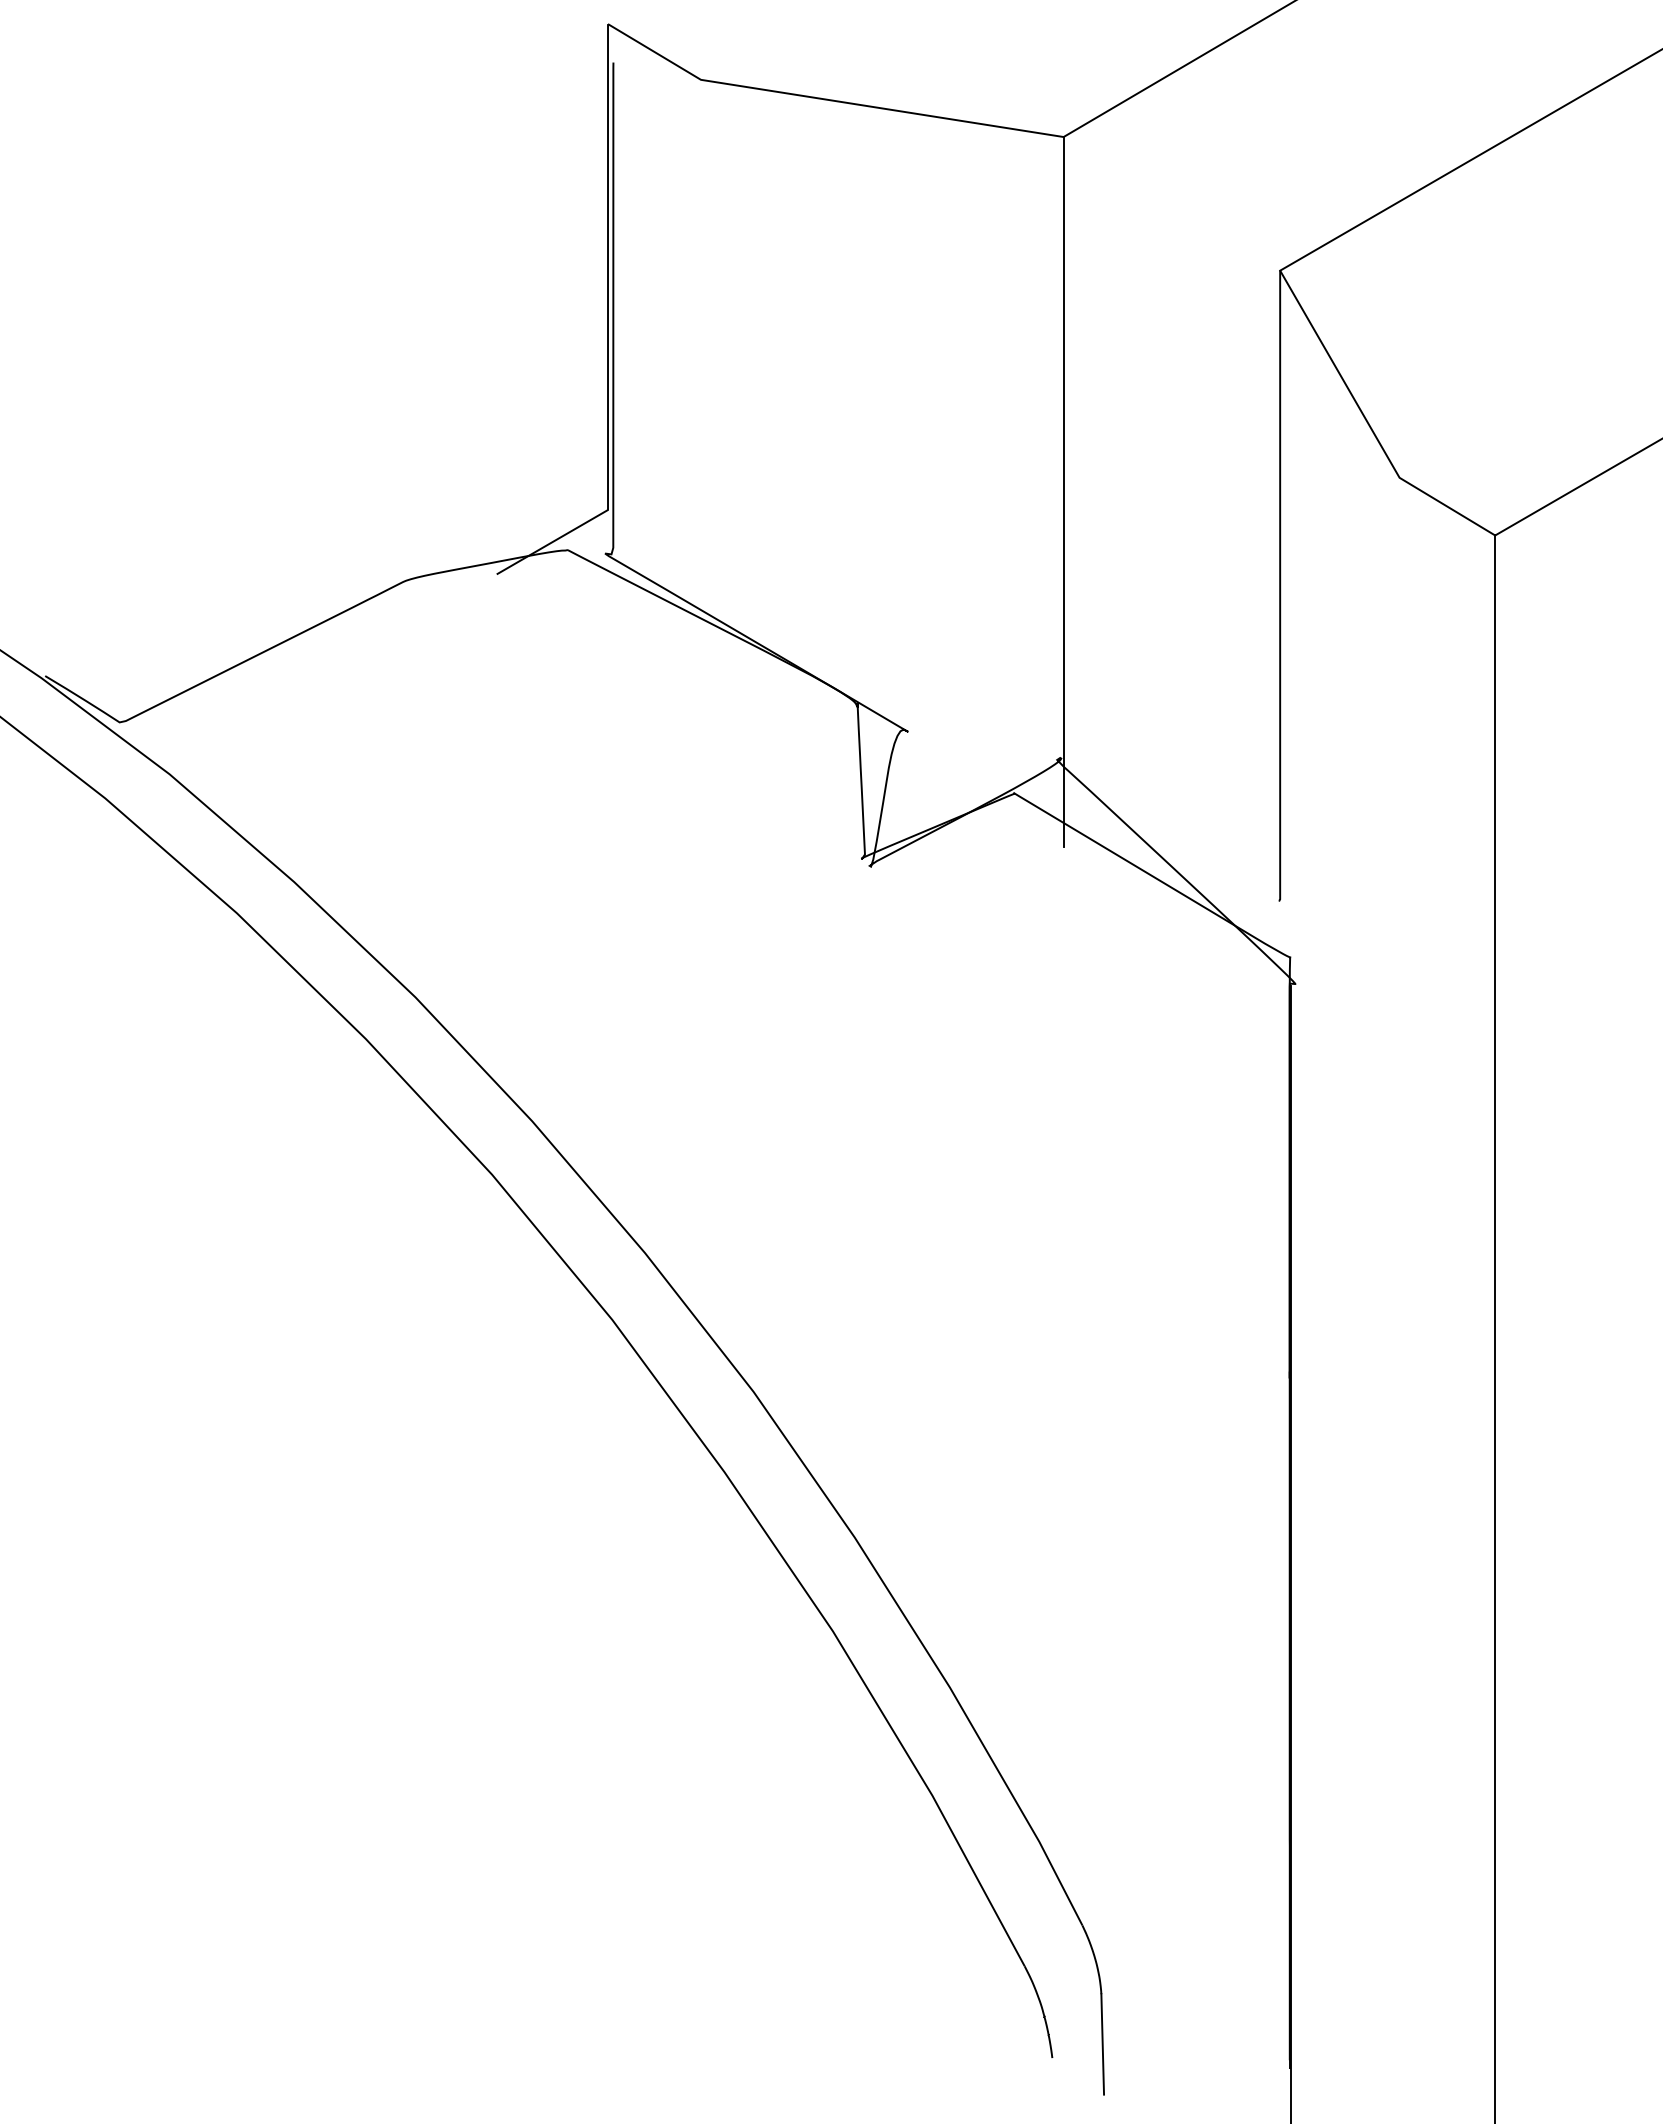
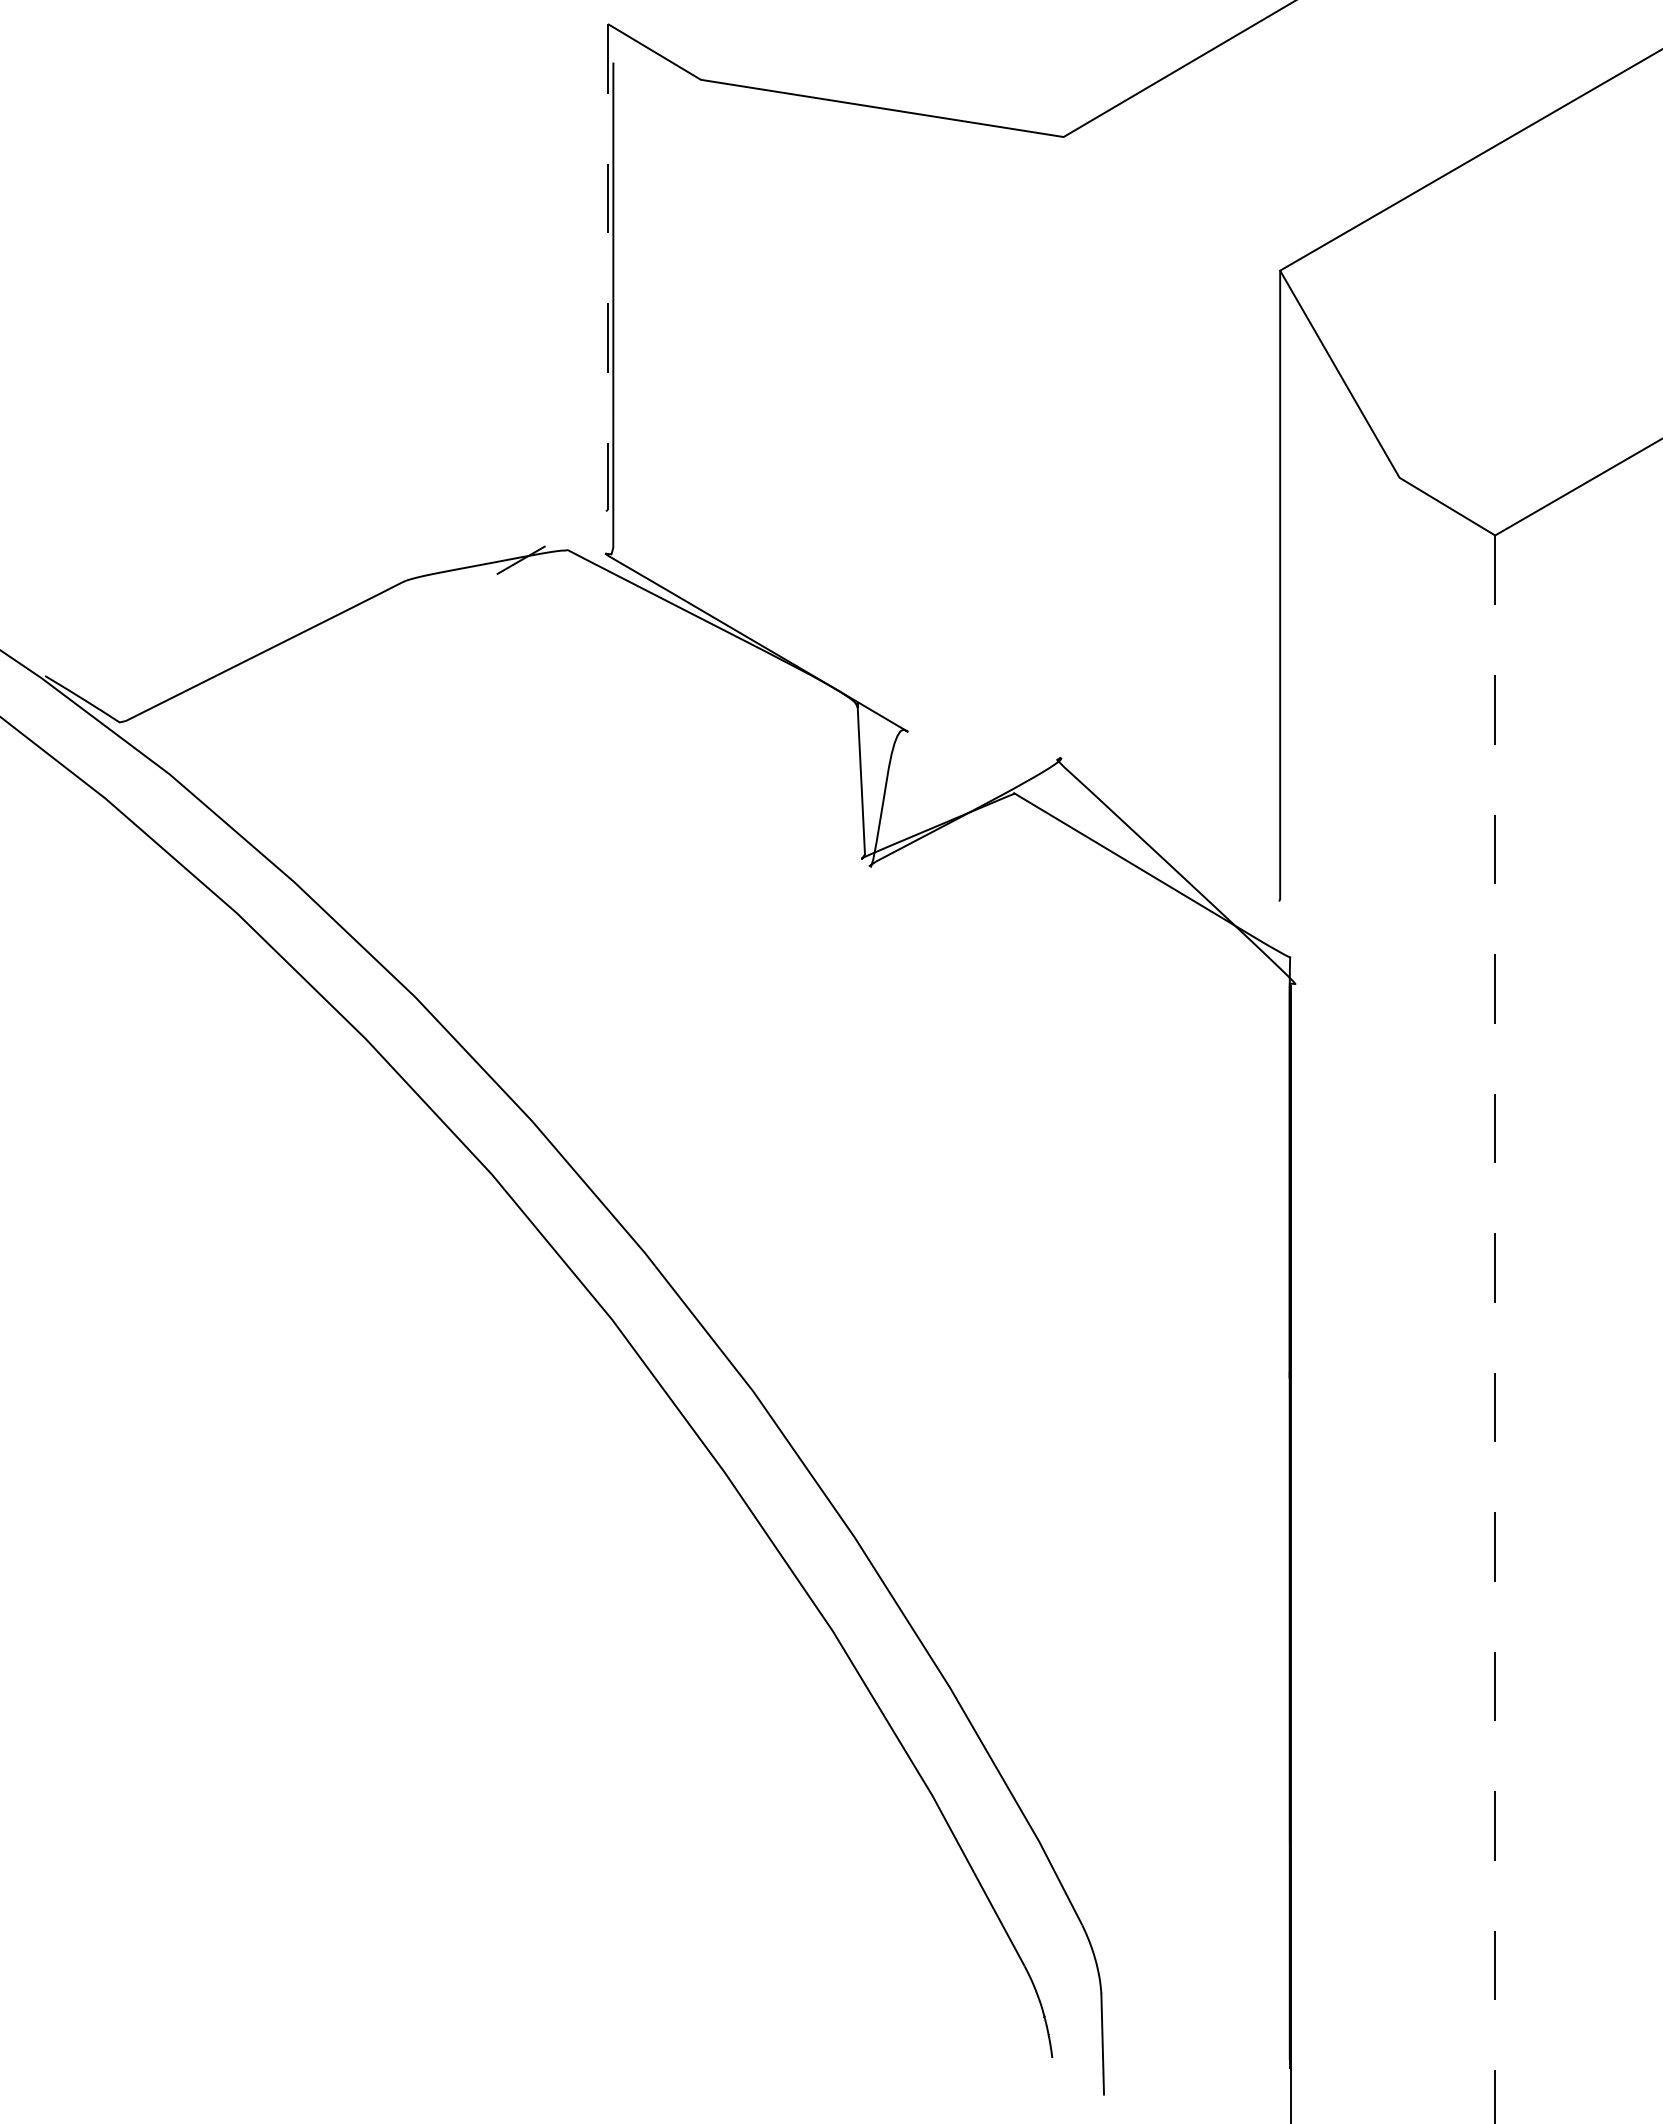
line at (608, 332): solid -> dashed
line at (1063, 491): present -> none
line at (1495, 1329): solid -> dashed
